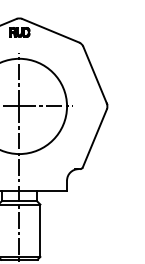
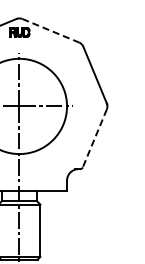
line at (50, 30): solid -> dashed
line at (94, 138): solid -> dashed
